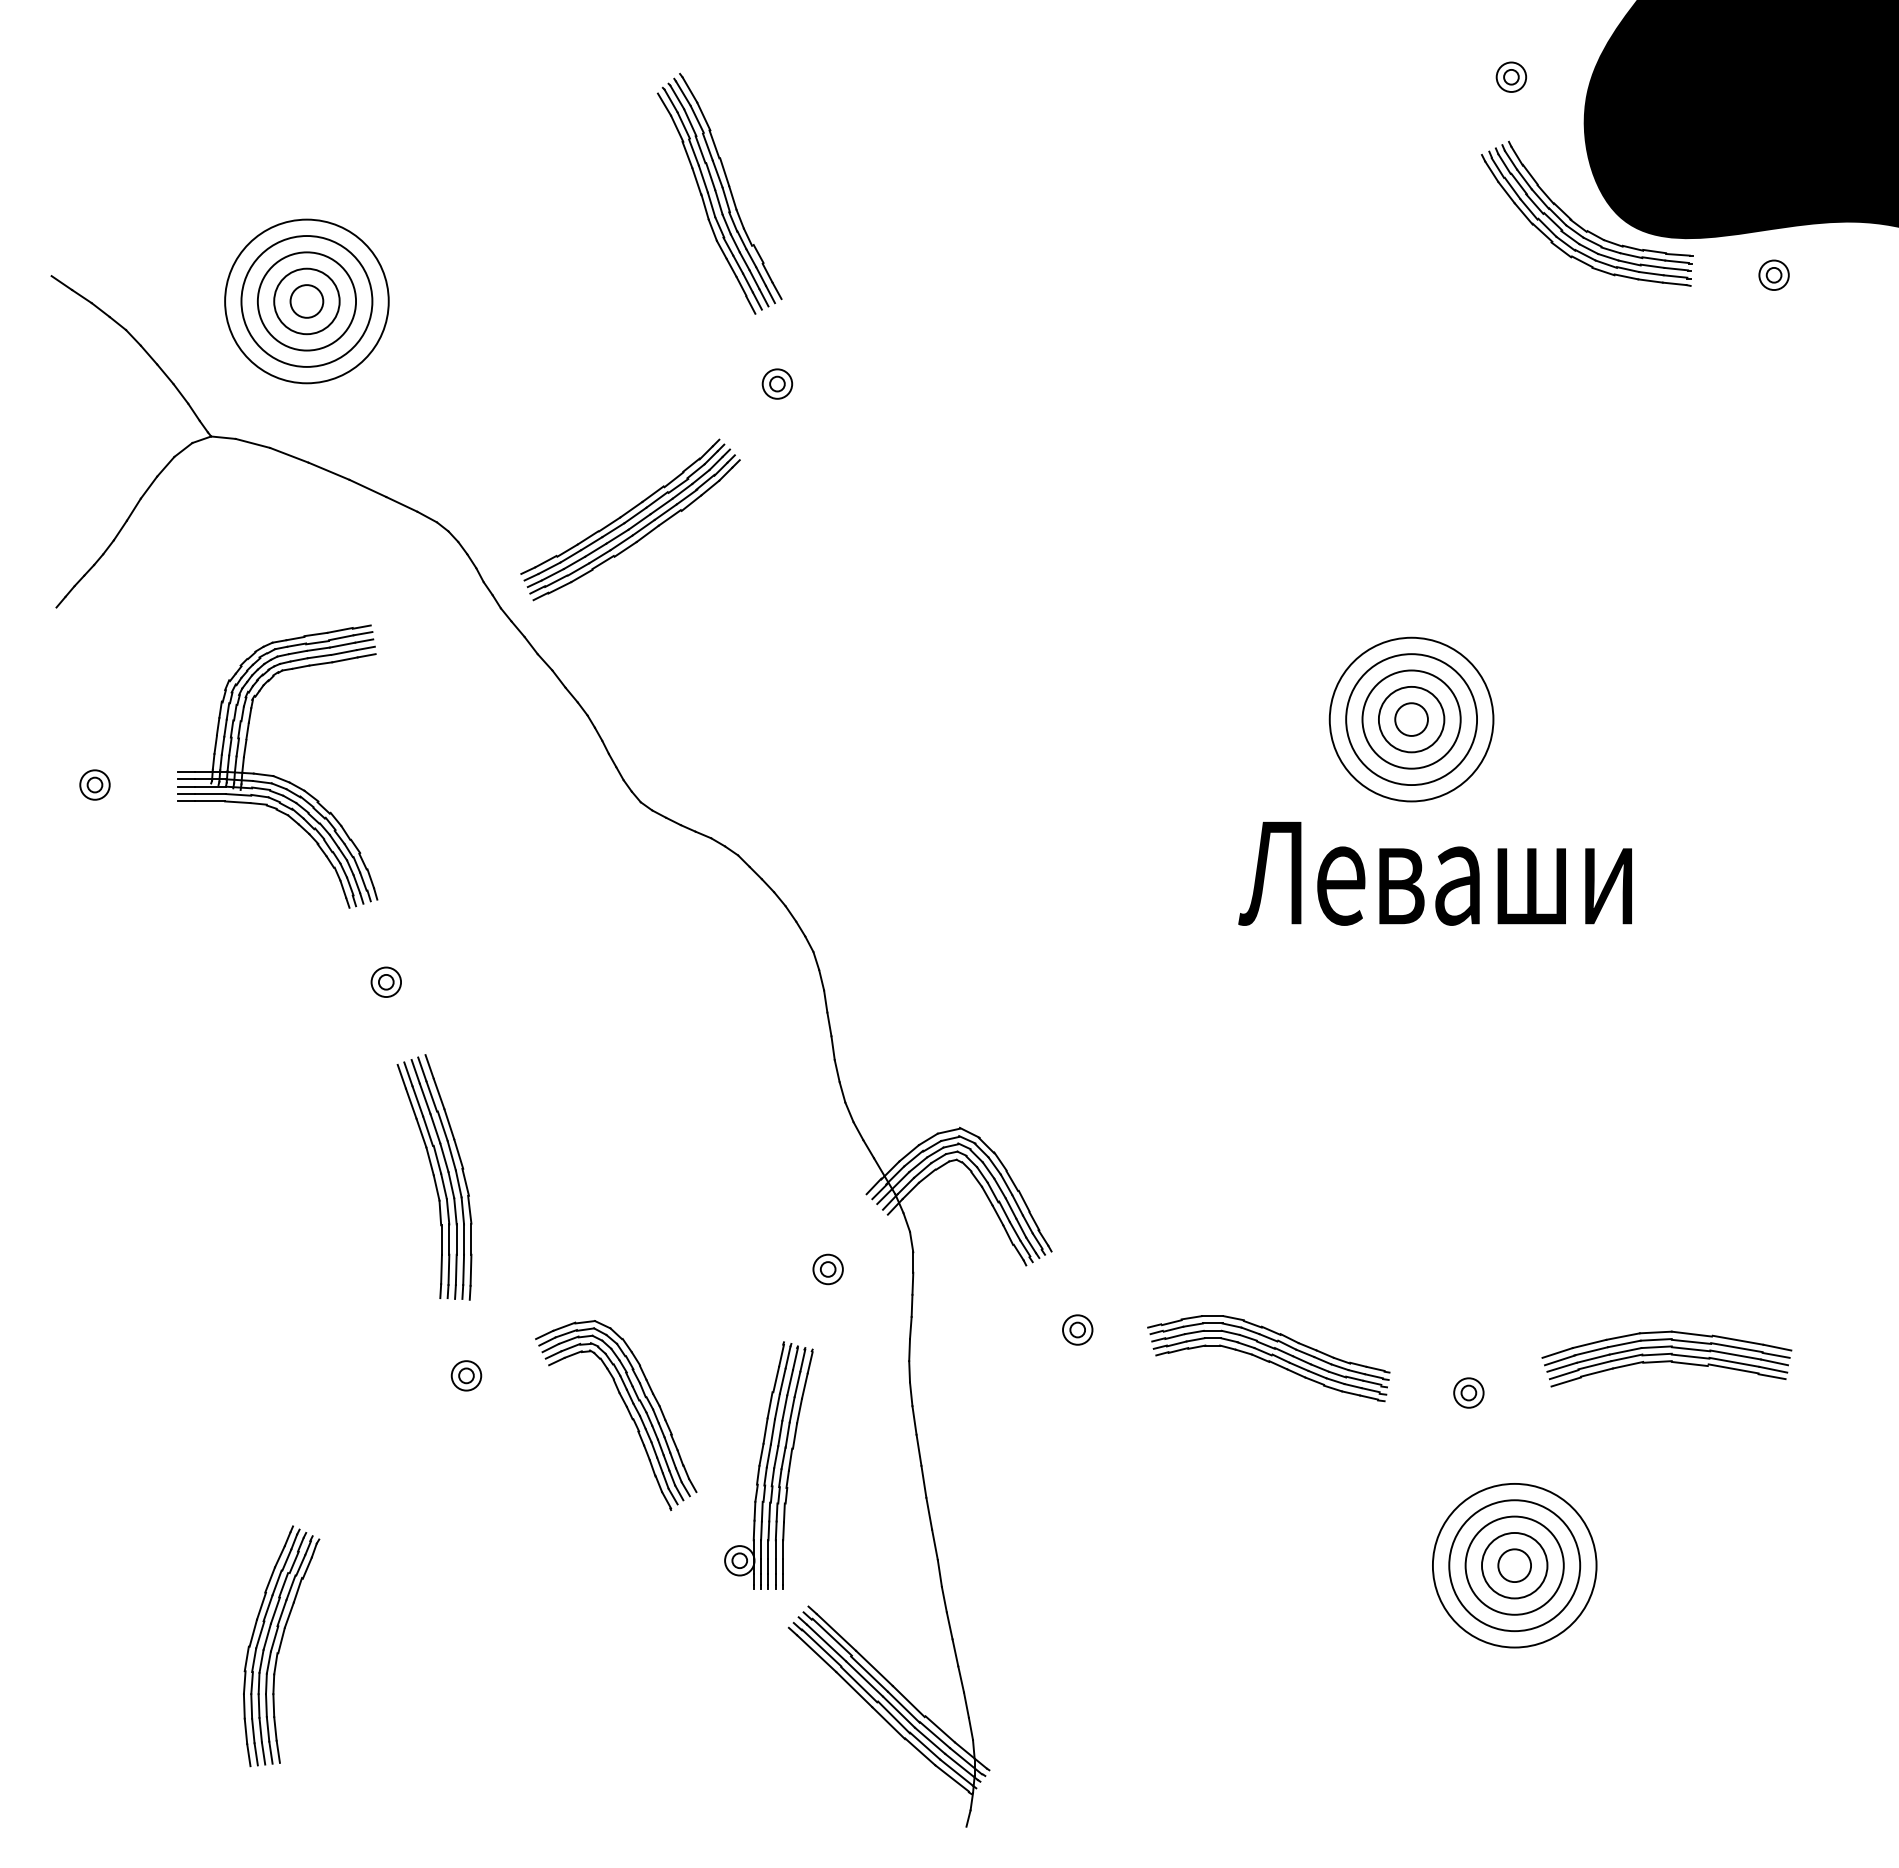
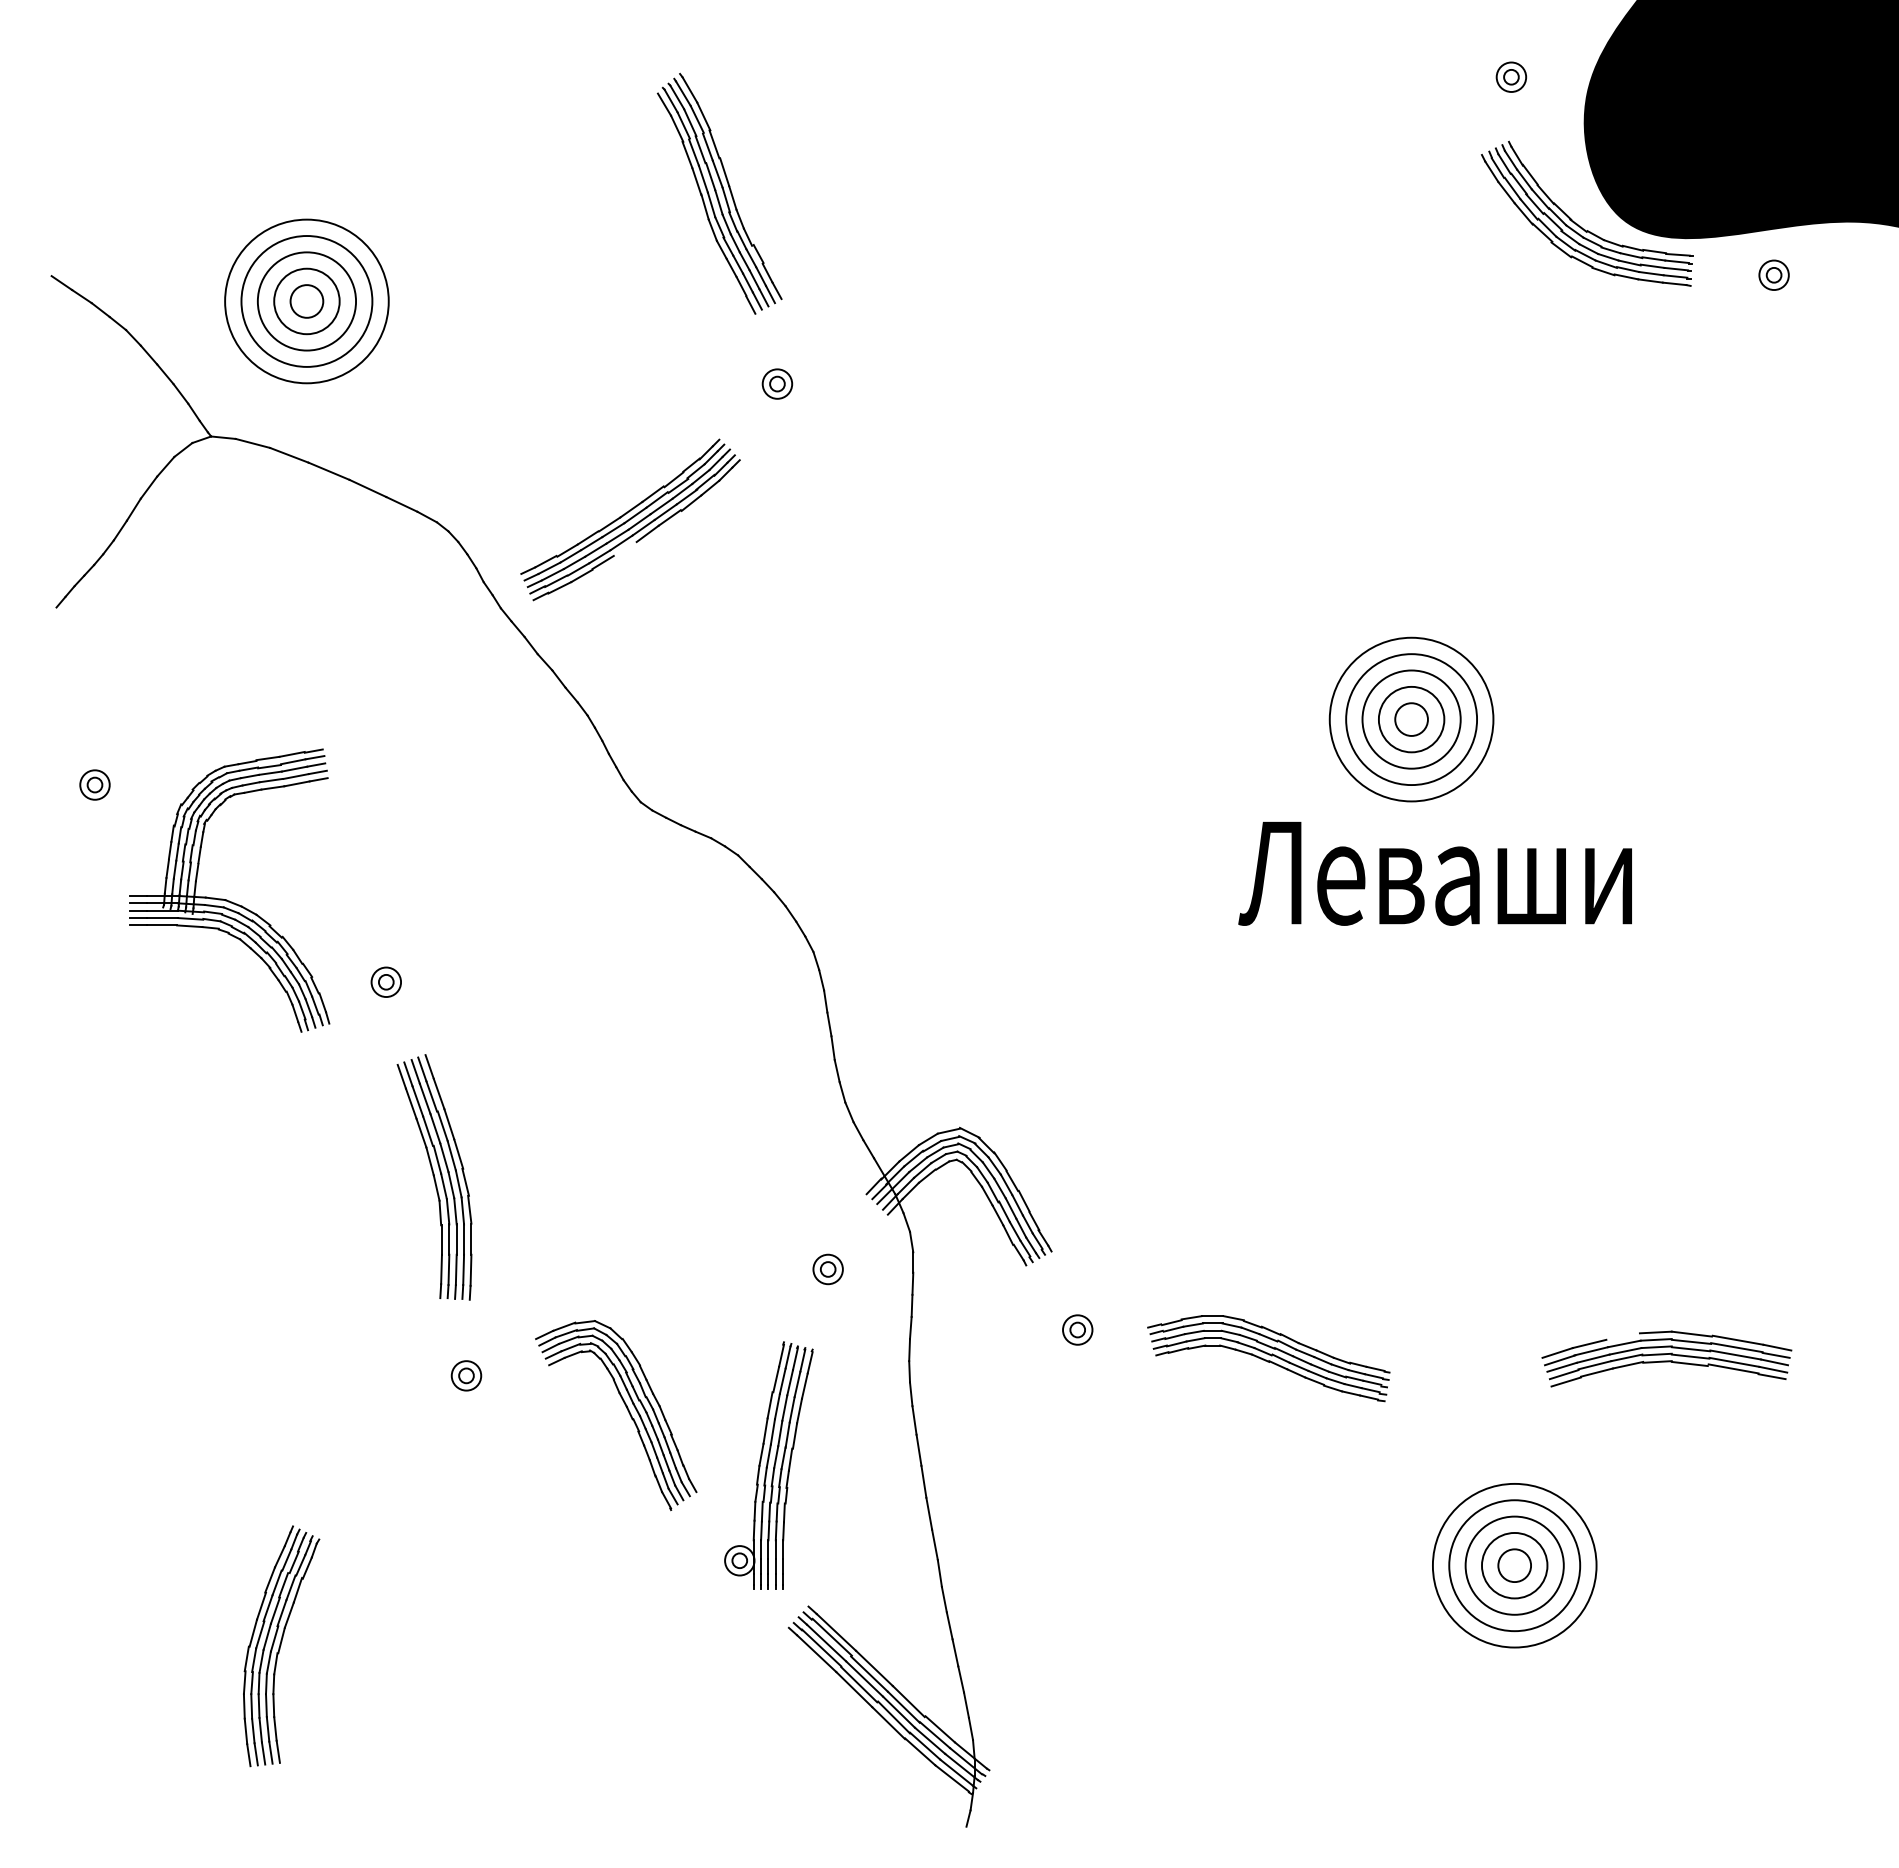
line at (625, 549): present -> none
part at (275, 775) position: (275, 775) -> (227, 899)
line at (1622, 1336): present -> none
part at (1468, 1392): present -> none
